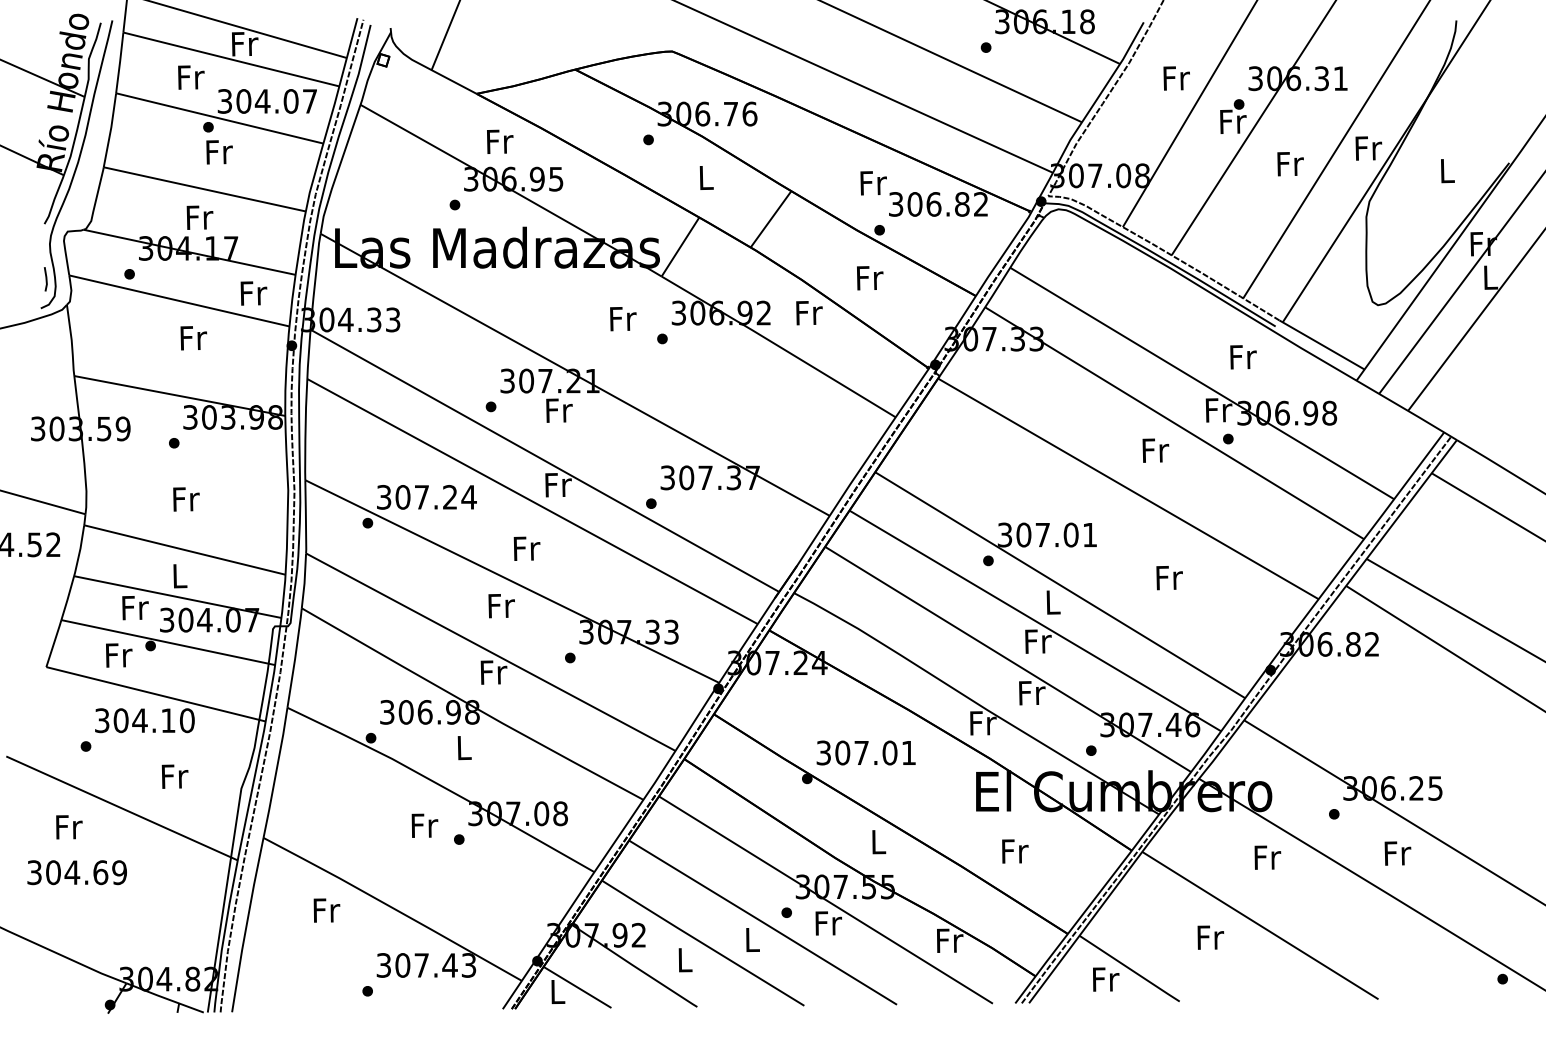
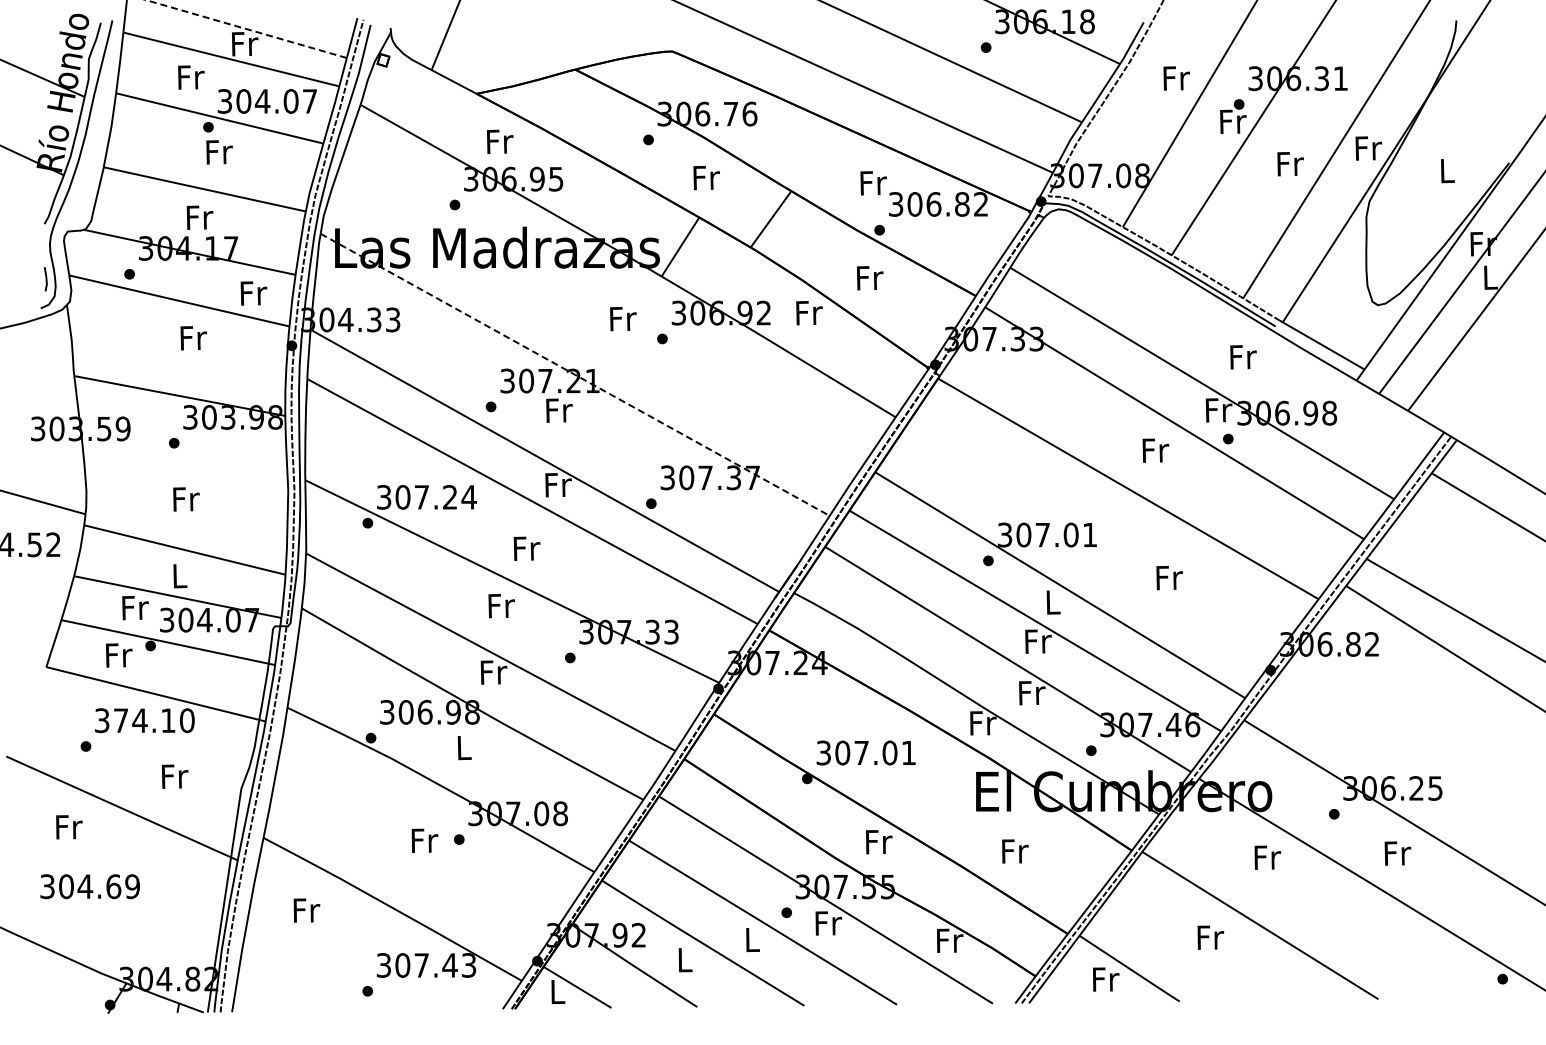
line at (245, 28): solid -> dashed
text at (706, 178): L -> Fr
line at (575, 374): solid -> dashed
text at (120, 720): 304.10 -> 374.10
text at (424, 825) position: (424, 825) -> (424, 840)
text at (879, 842): L -> Fr
text at (76, 872) position: (76, 872) -> (89, 886)
text at (326, 910) position: (326, 910) -> (306, 910)
